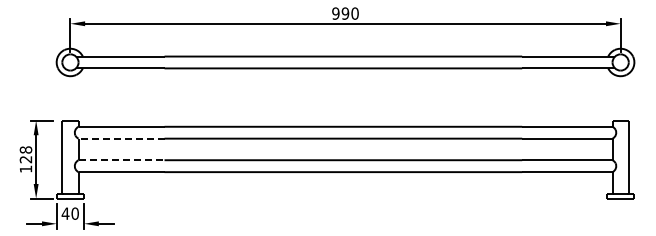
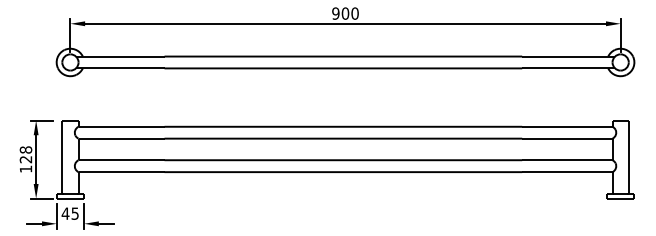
text at (345, 13): 990 -> 900
line at (121, 138): dashed -> solid
line at (121, 160): dashed -> solid
text at (74, 213): 40 -> 45
